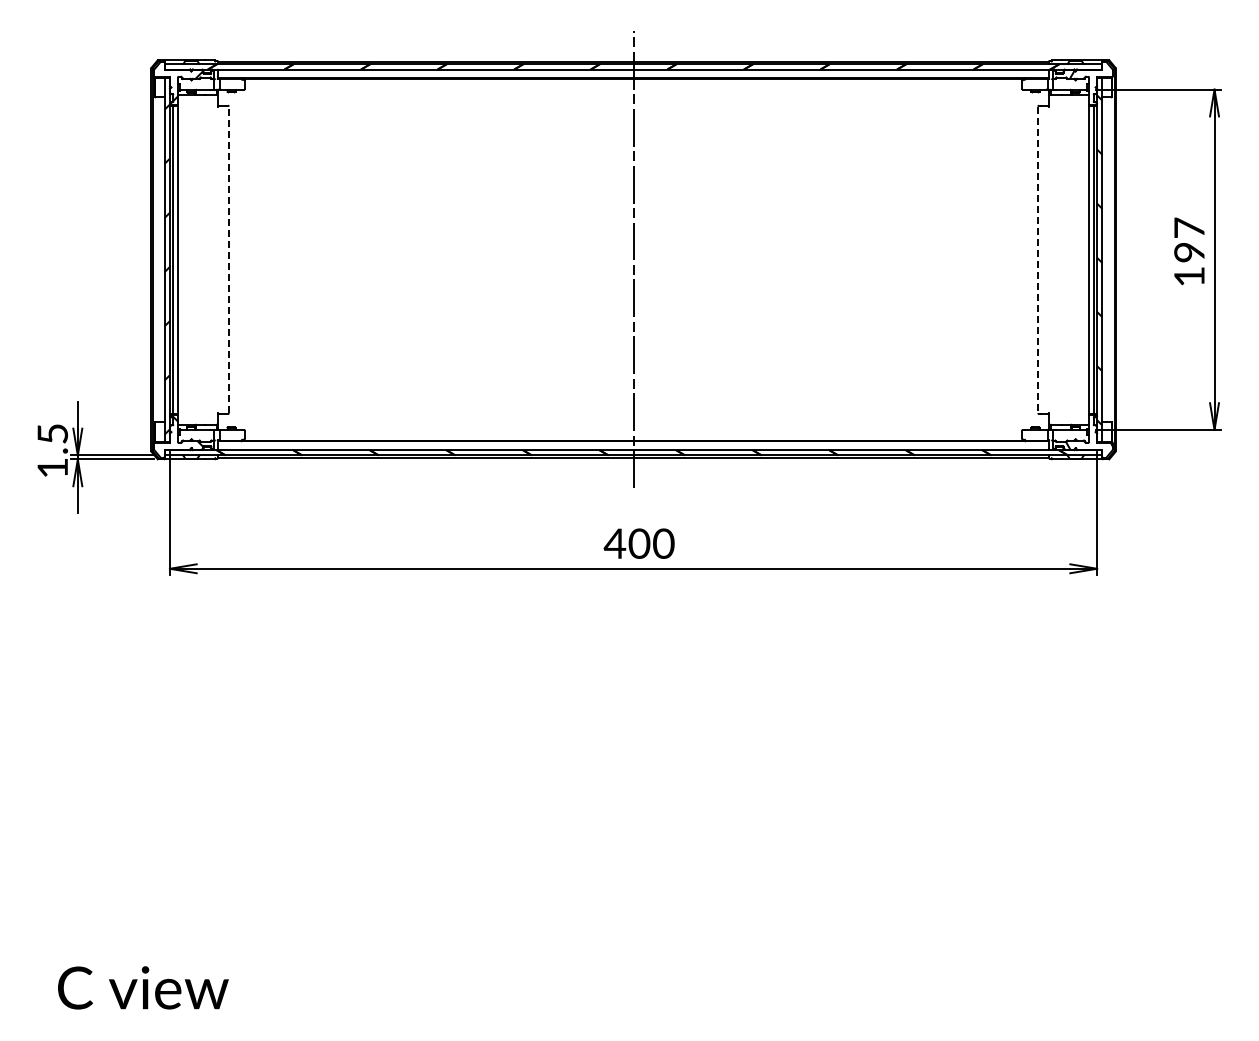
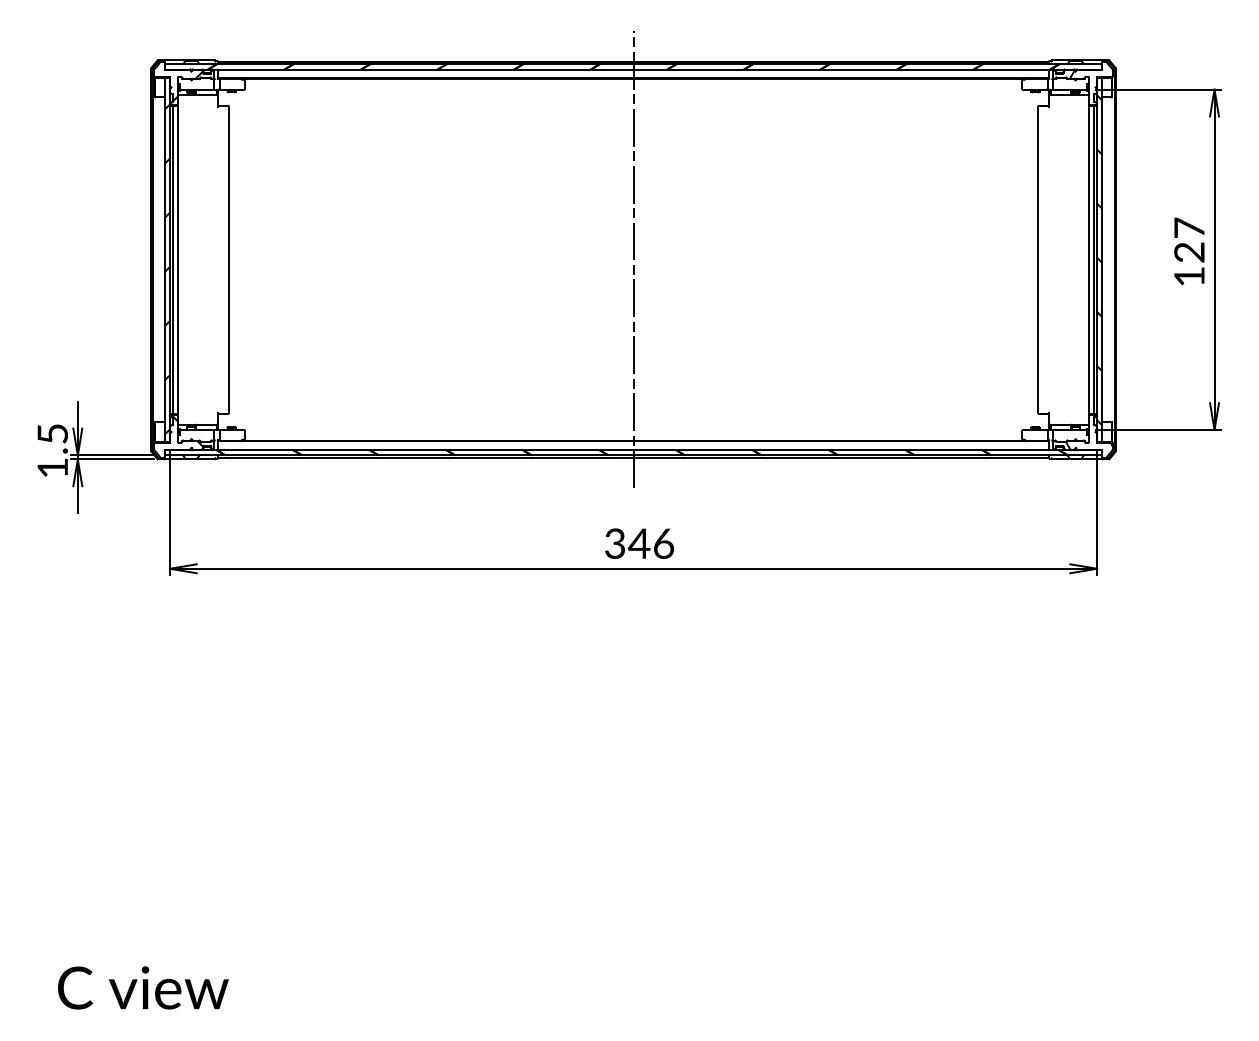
text at (1189, 252): 197 -> 127
line at (228, 259): dashed -> solid
line at (1038, 260): dashed -> solid
text at (638, 543): 400 -> 346
